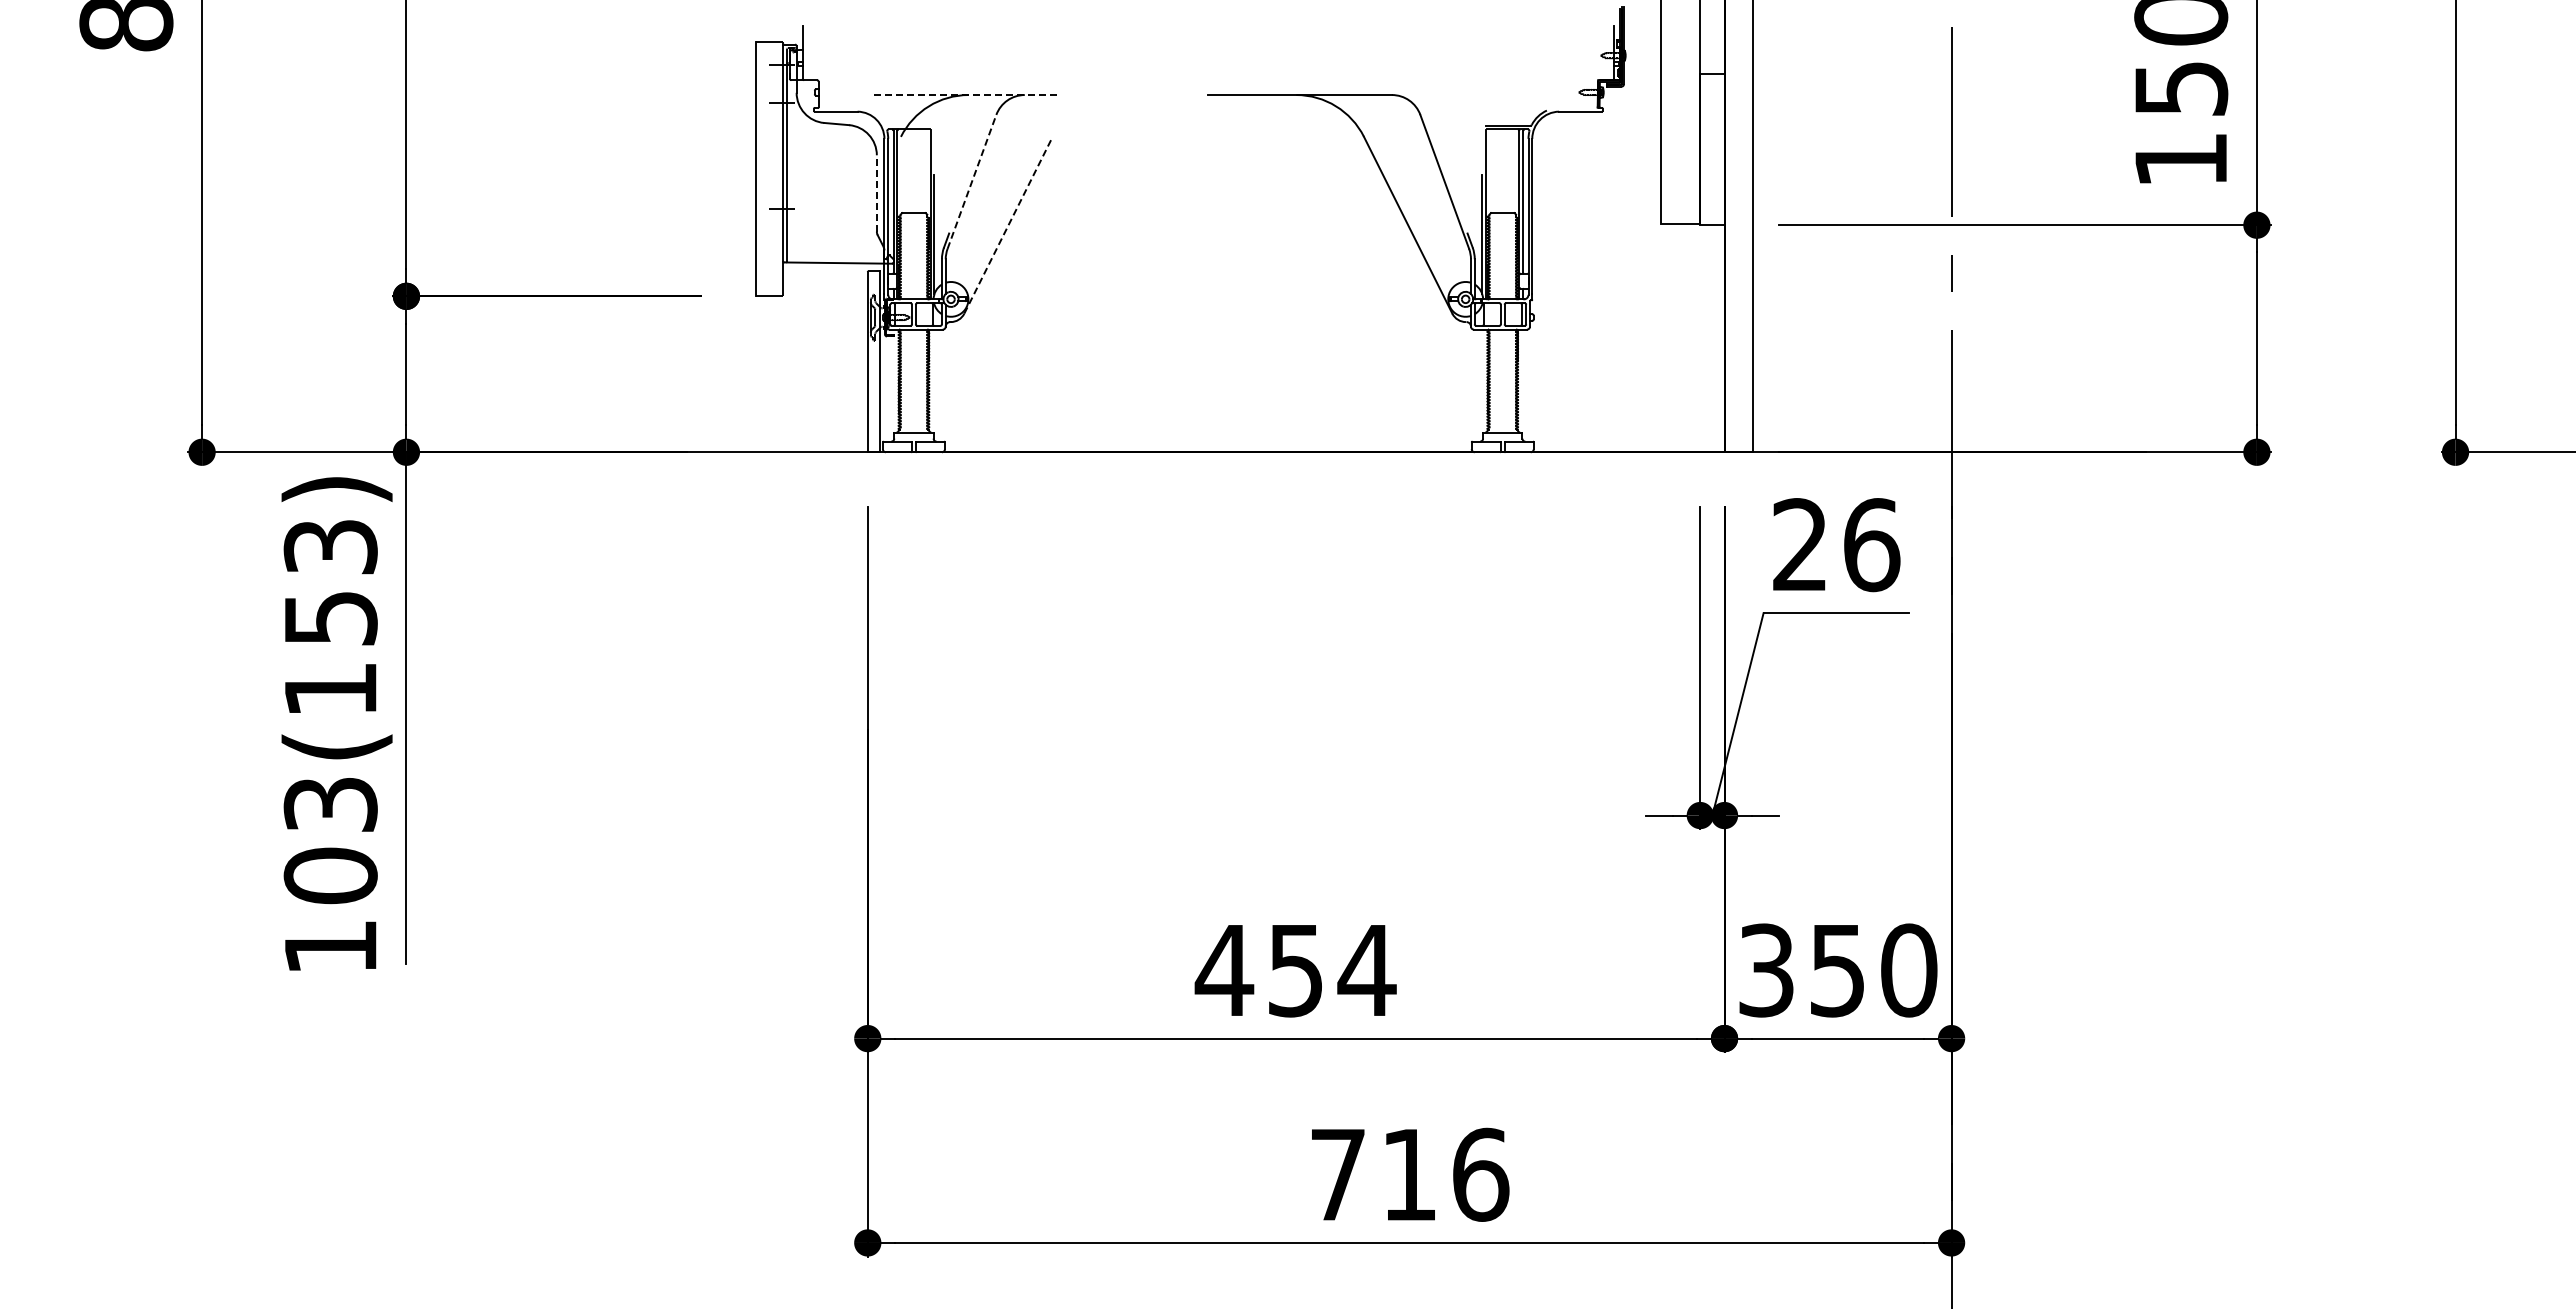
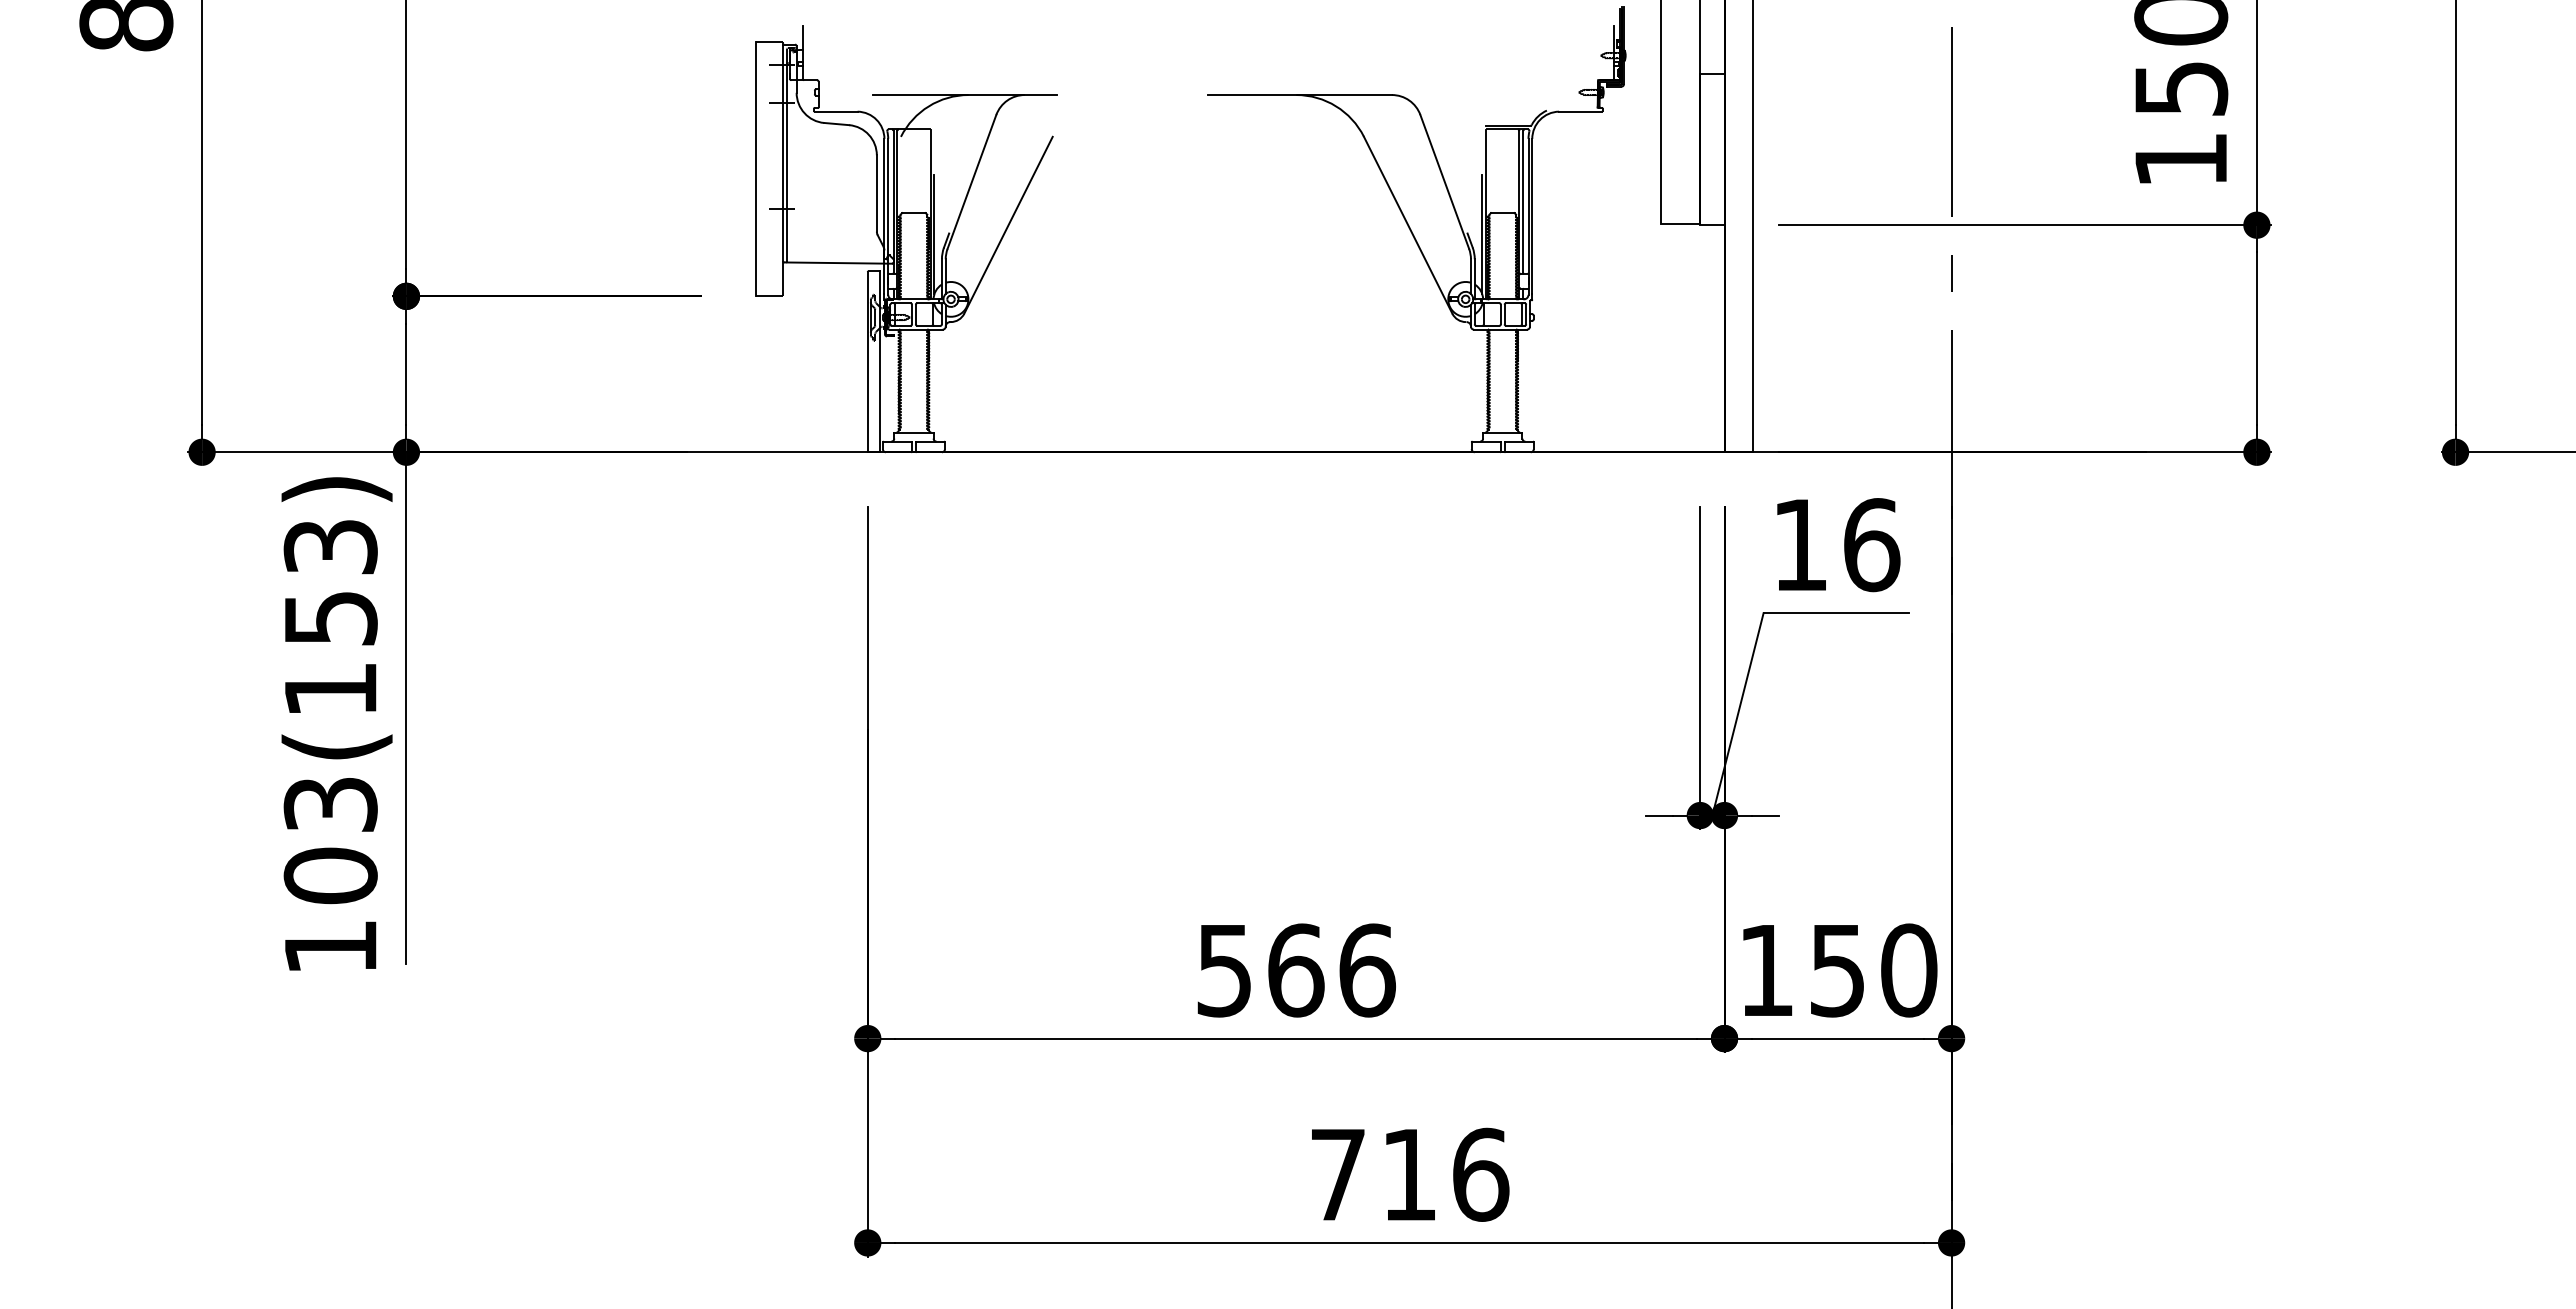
line at (964, 95): dashed -> solid
line at (972, 181): dashed -> solid
line at (876, 193): dashed -> solid
line at (1008, 225): dashed -> solid
text at (1799, 544): 26 -> 16
text at (1295, 970): 454 -> 566
text at (1766, 970): 350 -> 150
